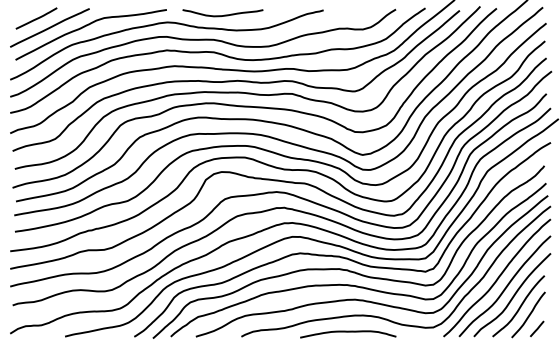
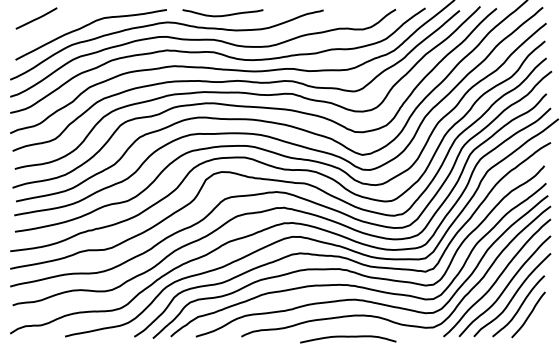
line at (49, 27): present -> none
line at (537, 328): present -> none
curve at (348, 332) position: (348, 332) -> (348, 337)
